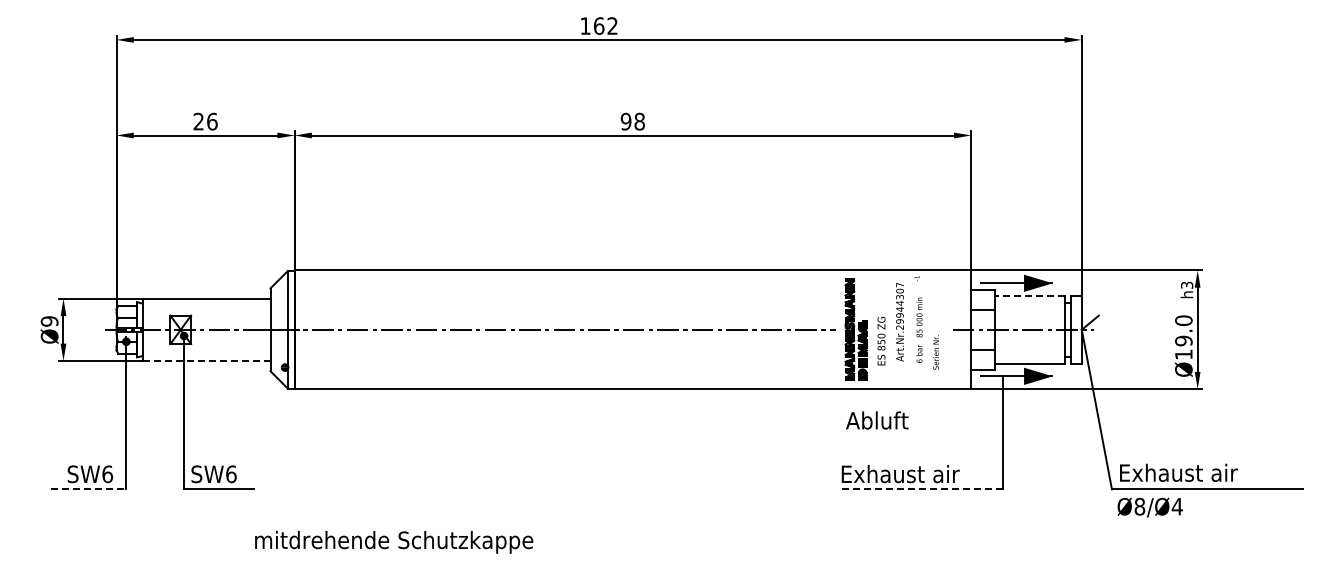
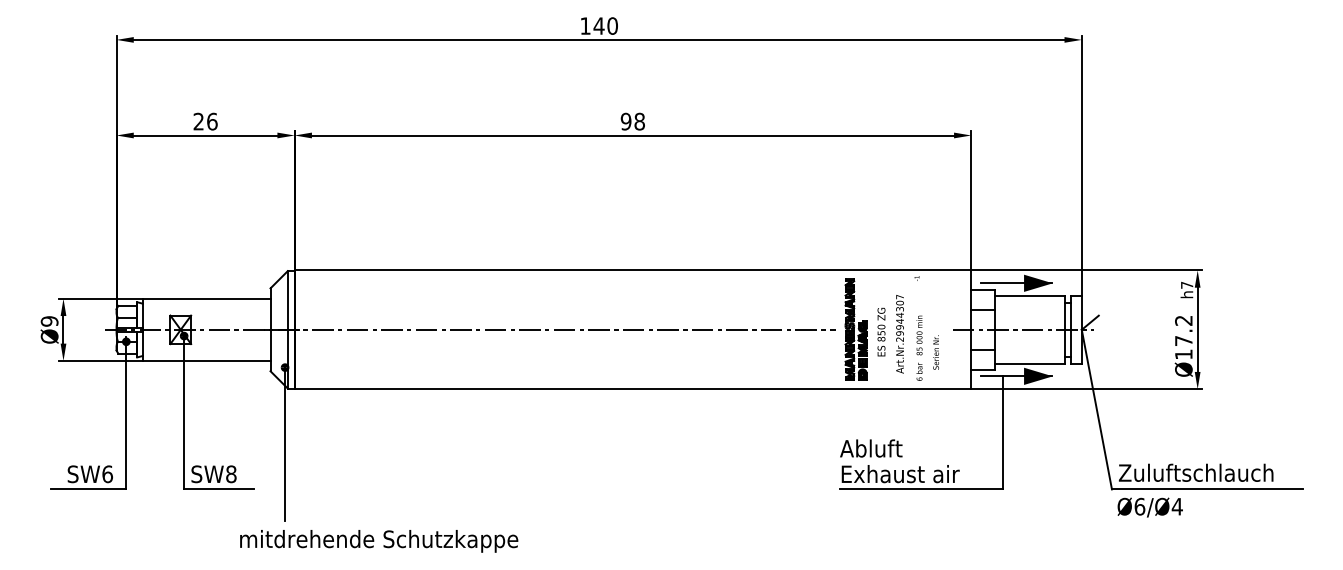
text at (605, 25): 162 -> 140
text at (1187, 284): h3 -> h7
line at (1030, 295): dashed -> solid
text at (899, 322) position: (899, 322) -> (899, 334)
text at (919, 329) position: (919, 329) -> (919, 347)
text at (1183, 330): Ø19.0 -> Ø17.2
text at (881, 340) position: (881, 340) -> (881, 331)
line at (206, 360): dashed -> solid
text at (877, 420) position: (877, 420) -> (871, 448)
line at (285, 443): none -> present
text at (1195, 472): Exhaust air -> Zuluftschlauch
text at (231, 473): SW6 -> SW8
line at (88, 489): dashed -> solid
line at (921, 489): dashed -> solid
text at (1139, 506): Ø8/Ø4 -> Ø6/Ø4
text at (394, 542) position: (394, 542) -> (379, 541)
